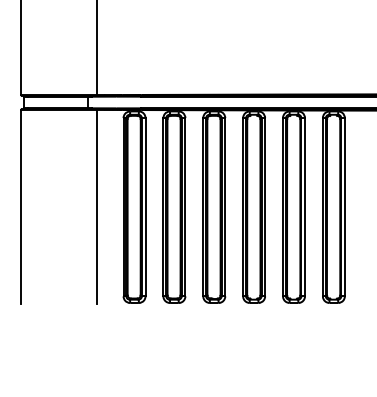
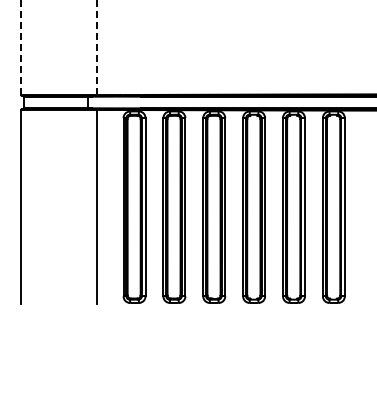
line at (96, 47): solid -> dashed
line at (21, 48): solid -> dashed
